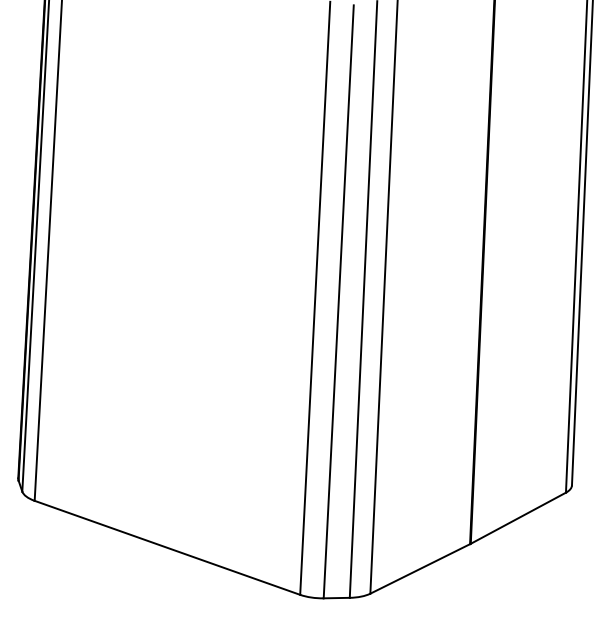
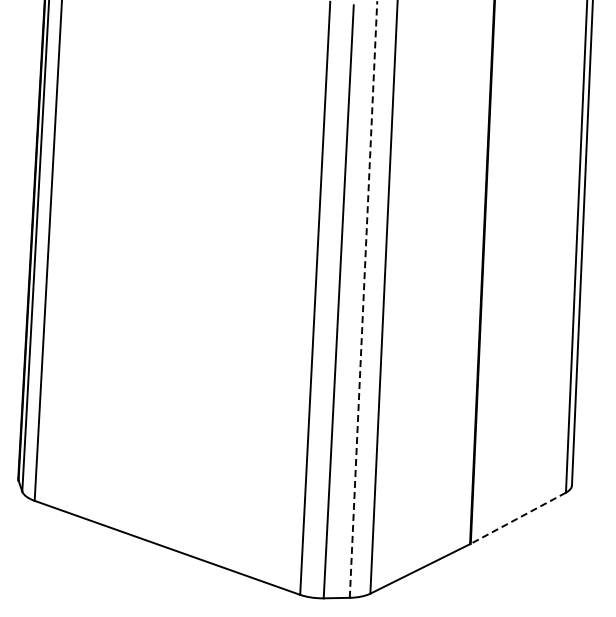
line at (363, 299): solid -> dashed
line at (517, 518): solid -> dashed
